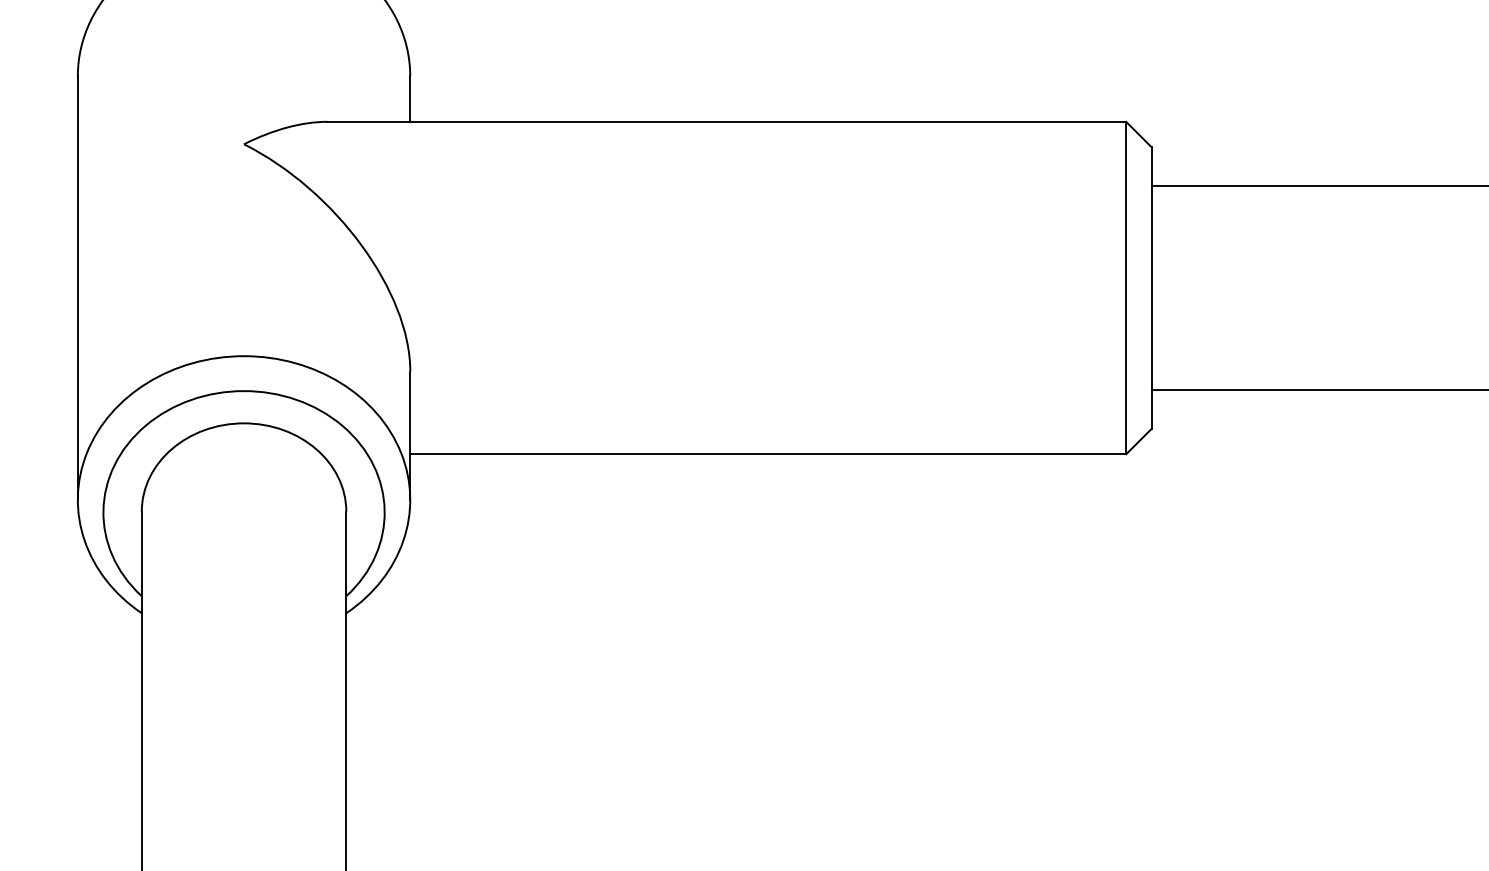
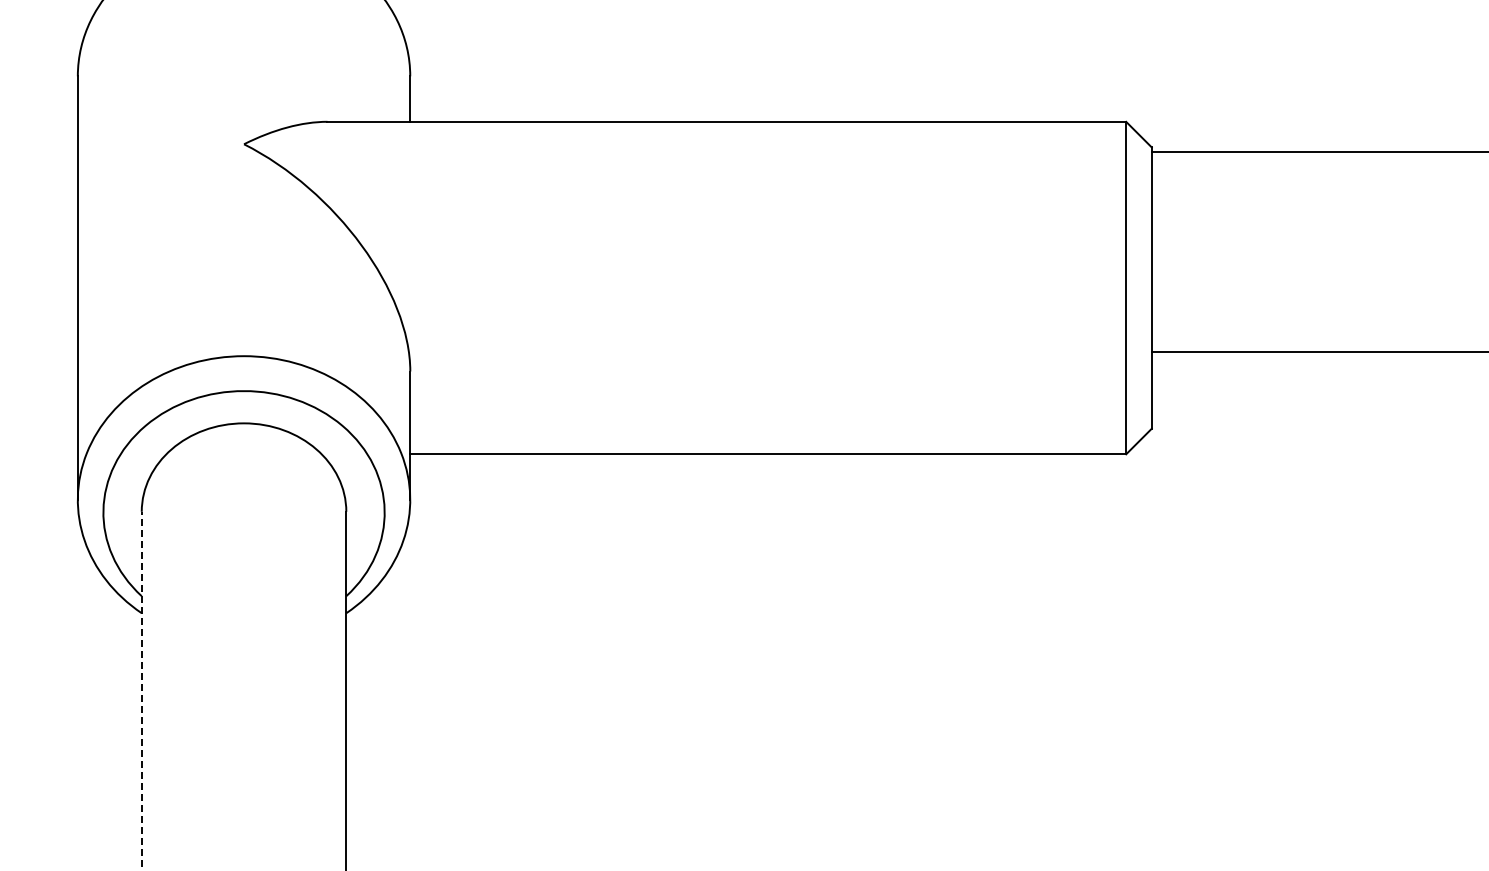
line at (1318, 185) position: (1318, 185) -> (1318, 151)
line at (1318, 390) position: (1318, 390) -> (1318, 352)
line at (141, 690): solid -> dashed
